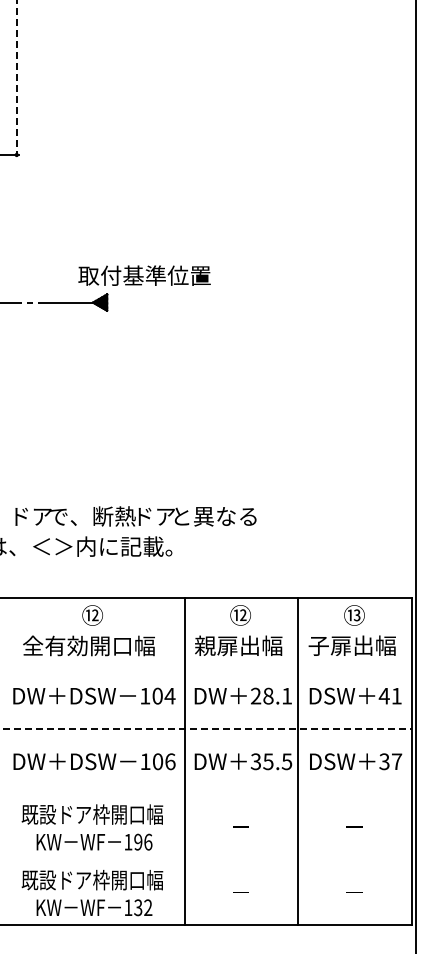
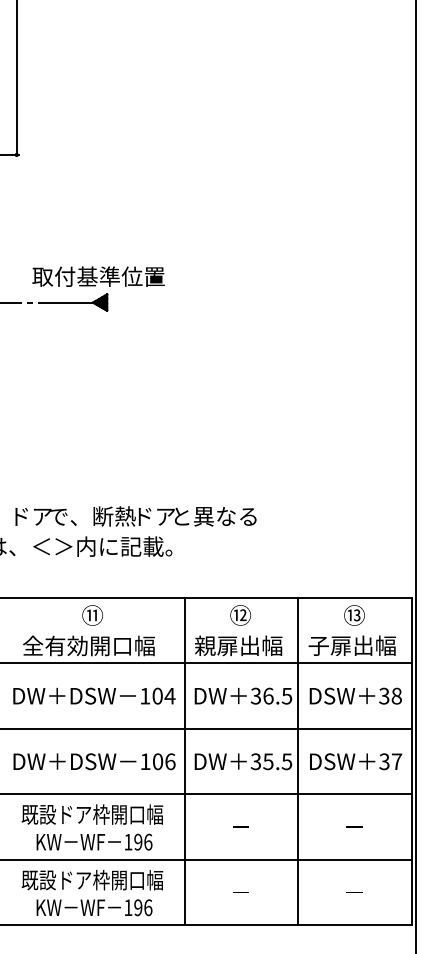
line at (16, 78): dashed -> solid
text at (144, 275) position: (144, 275) -> (98, 276)
text at (92, 615): ⑫ -> ⑪
line at (207, 663): none -> present
text at (271, 695): 28.1 -> 36.5
text at (389, 695): 41 -> 38
line at (206, 728): dashed -> solid
line at (207, 794): none -> present
line at (207, 859): none -> present
text at (143, 907): 132 -> 196
